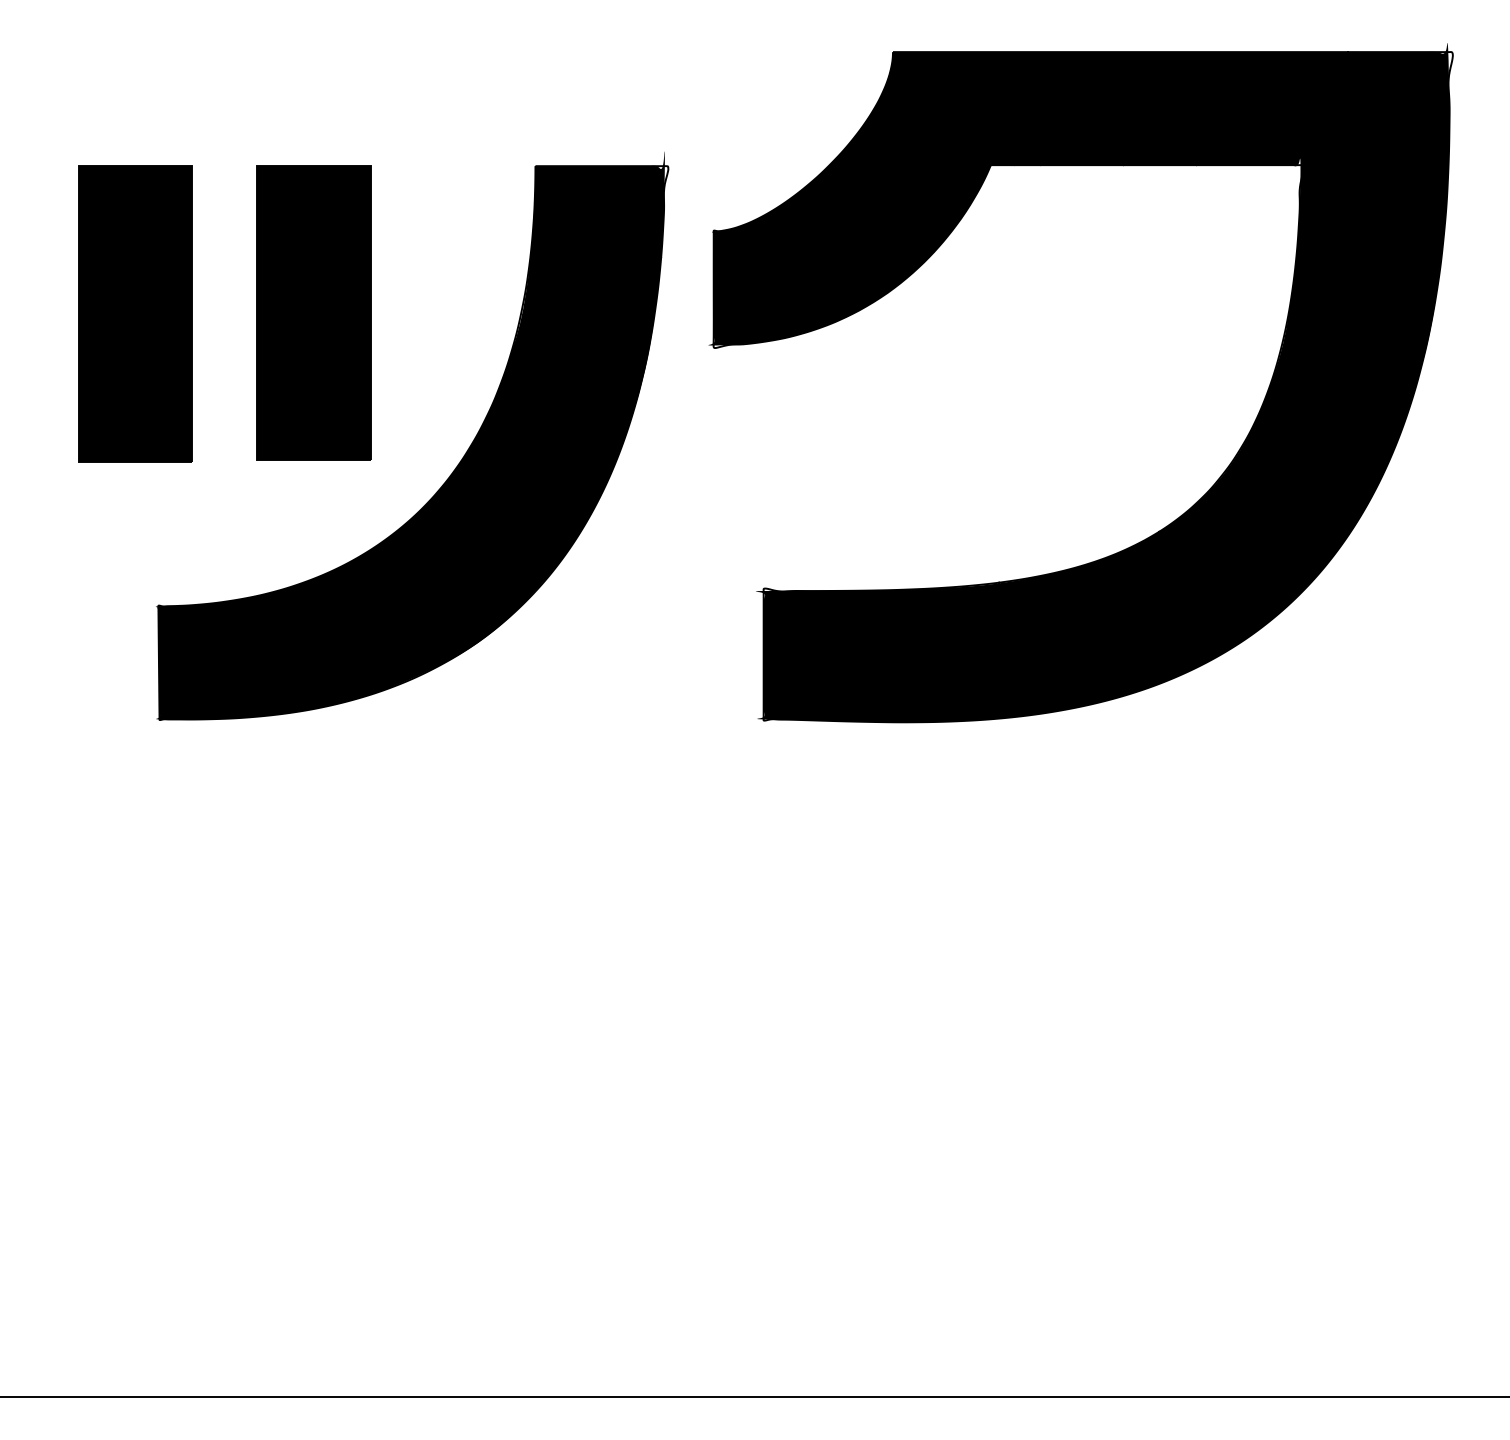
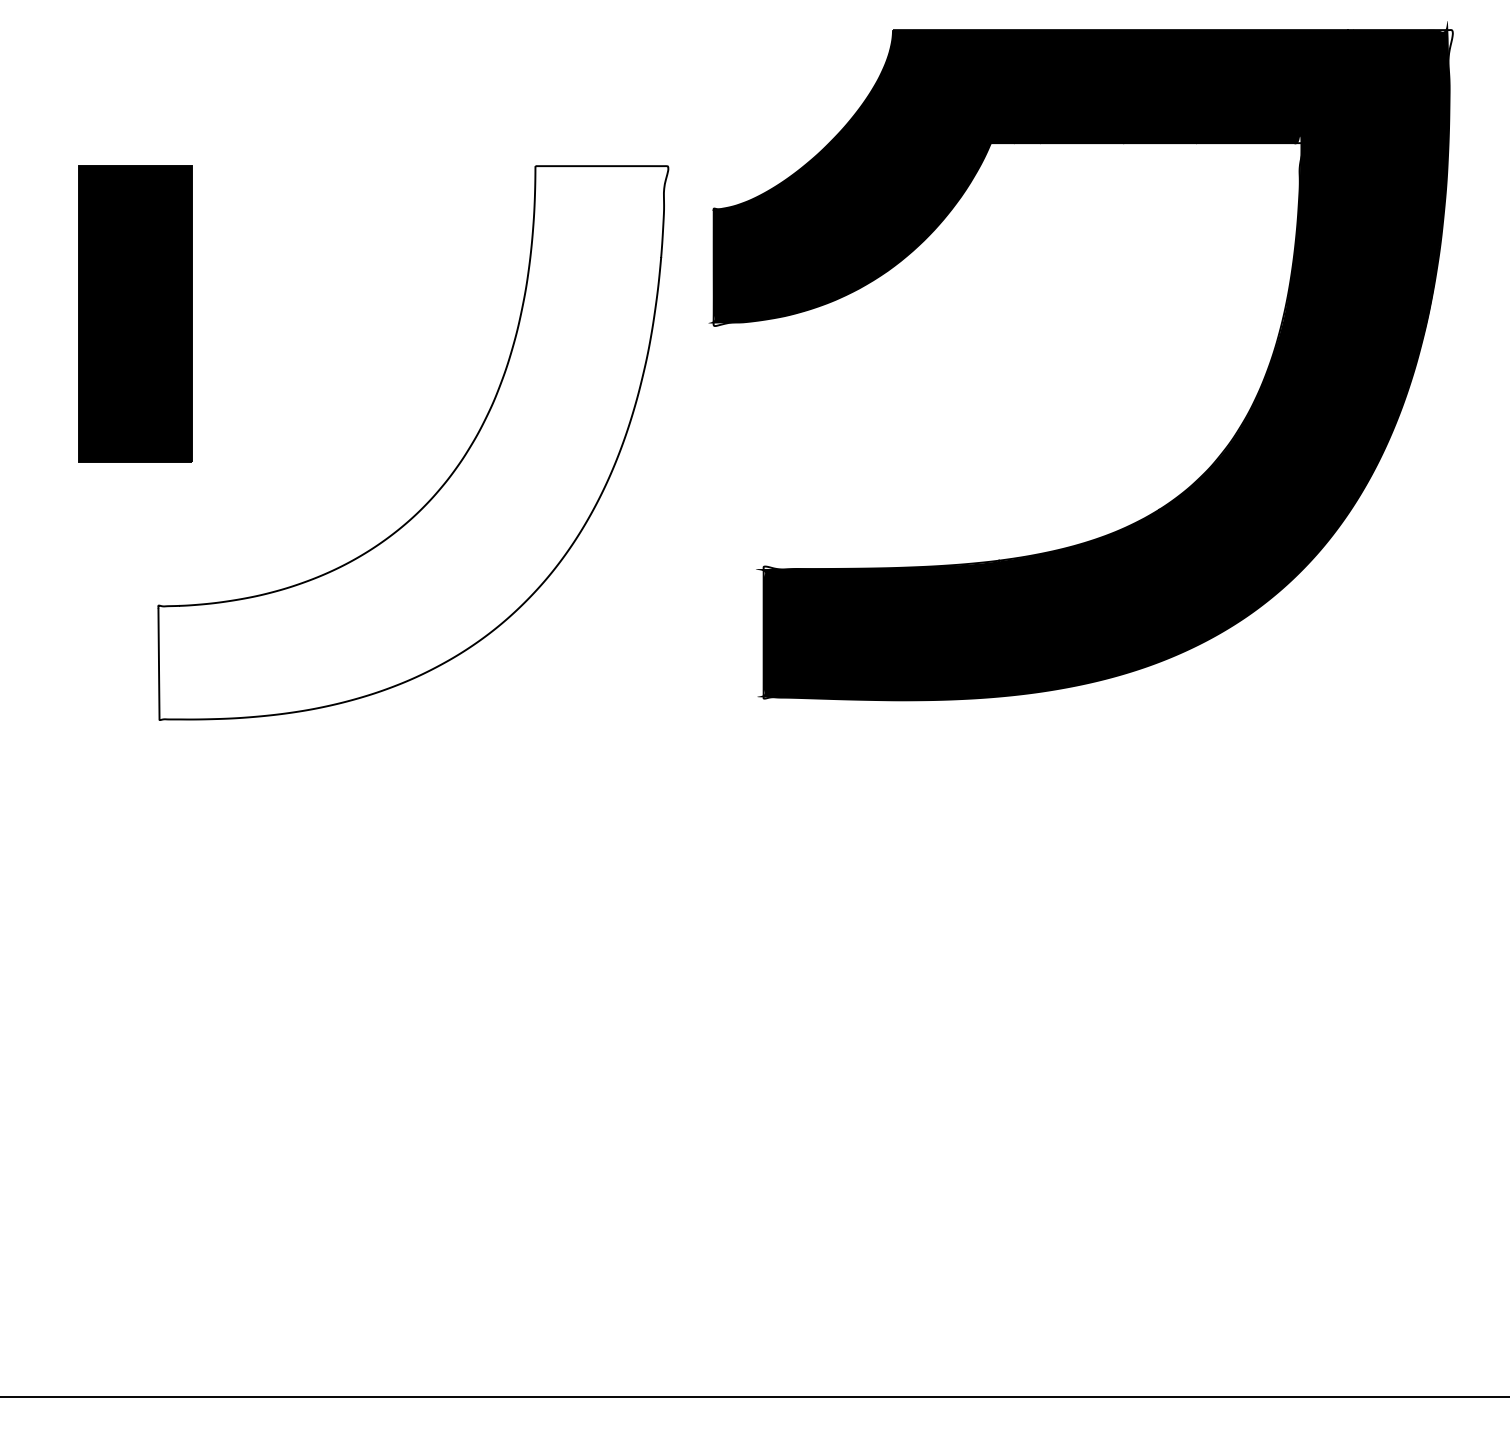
part at (313, 312): present -> none
fill at (409, 435): present -> none
part at (1181, 514) position: (1181, 514) -> (1181, 492)
